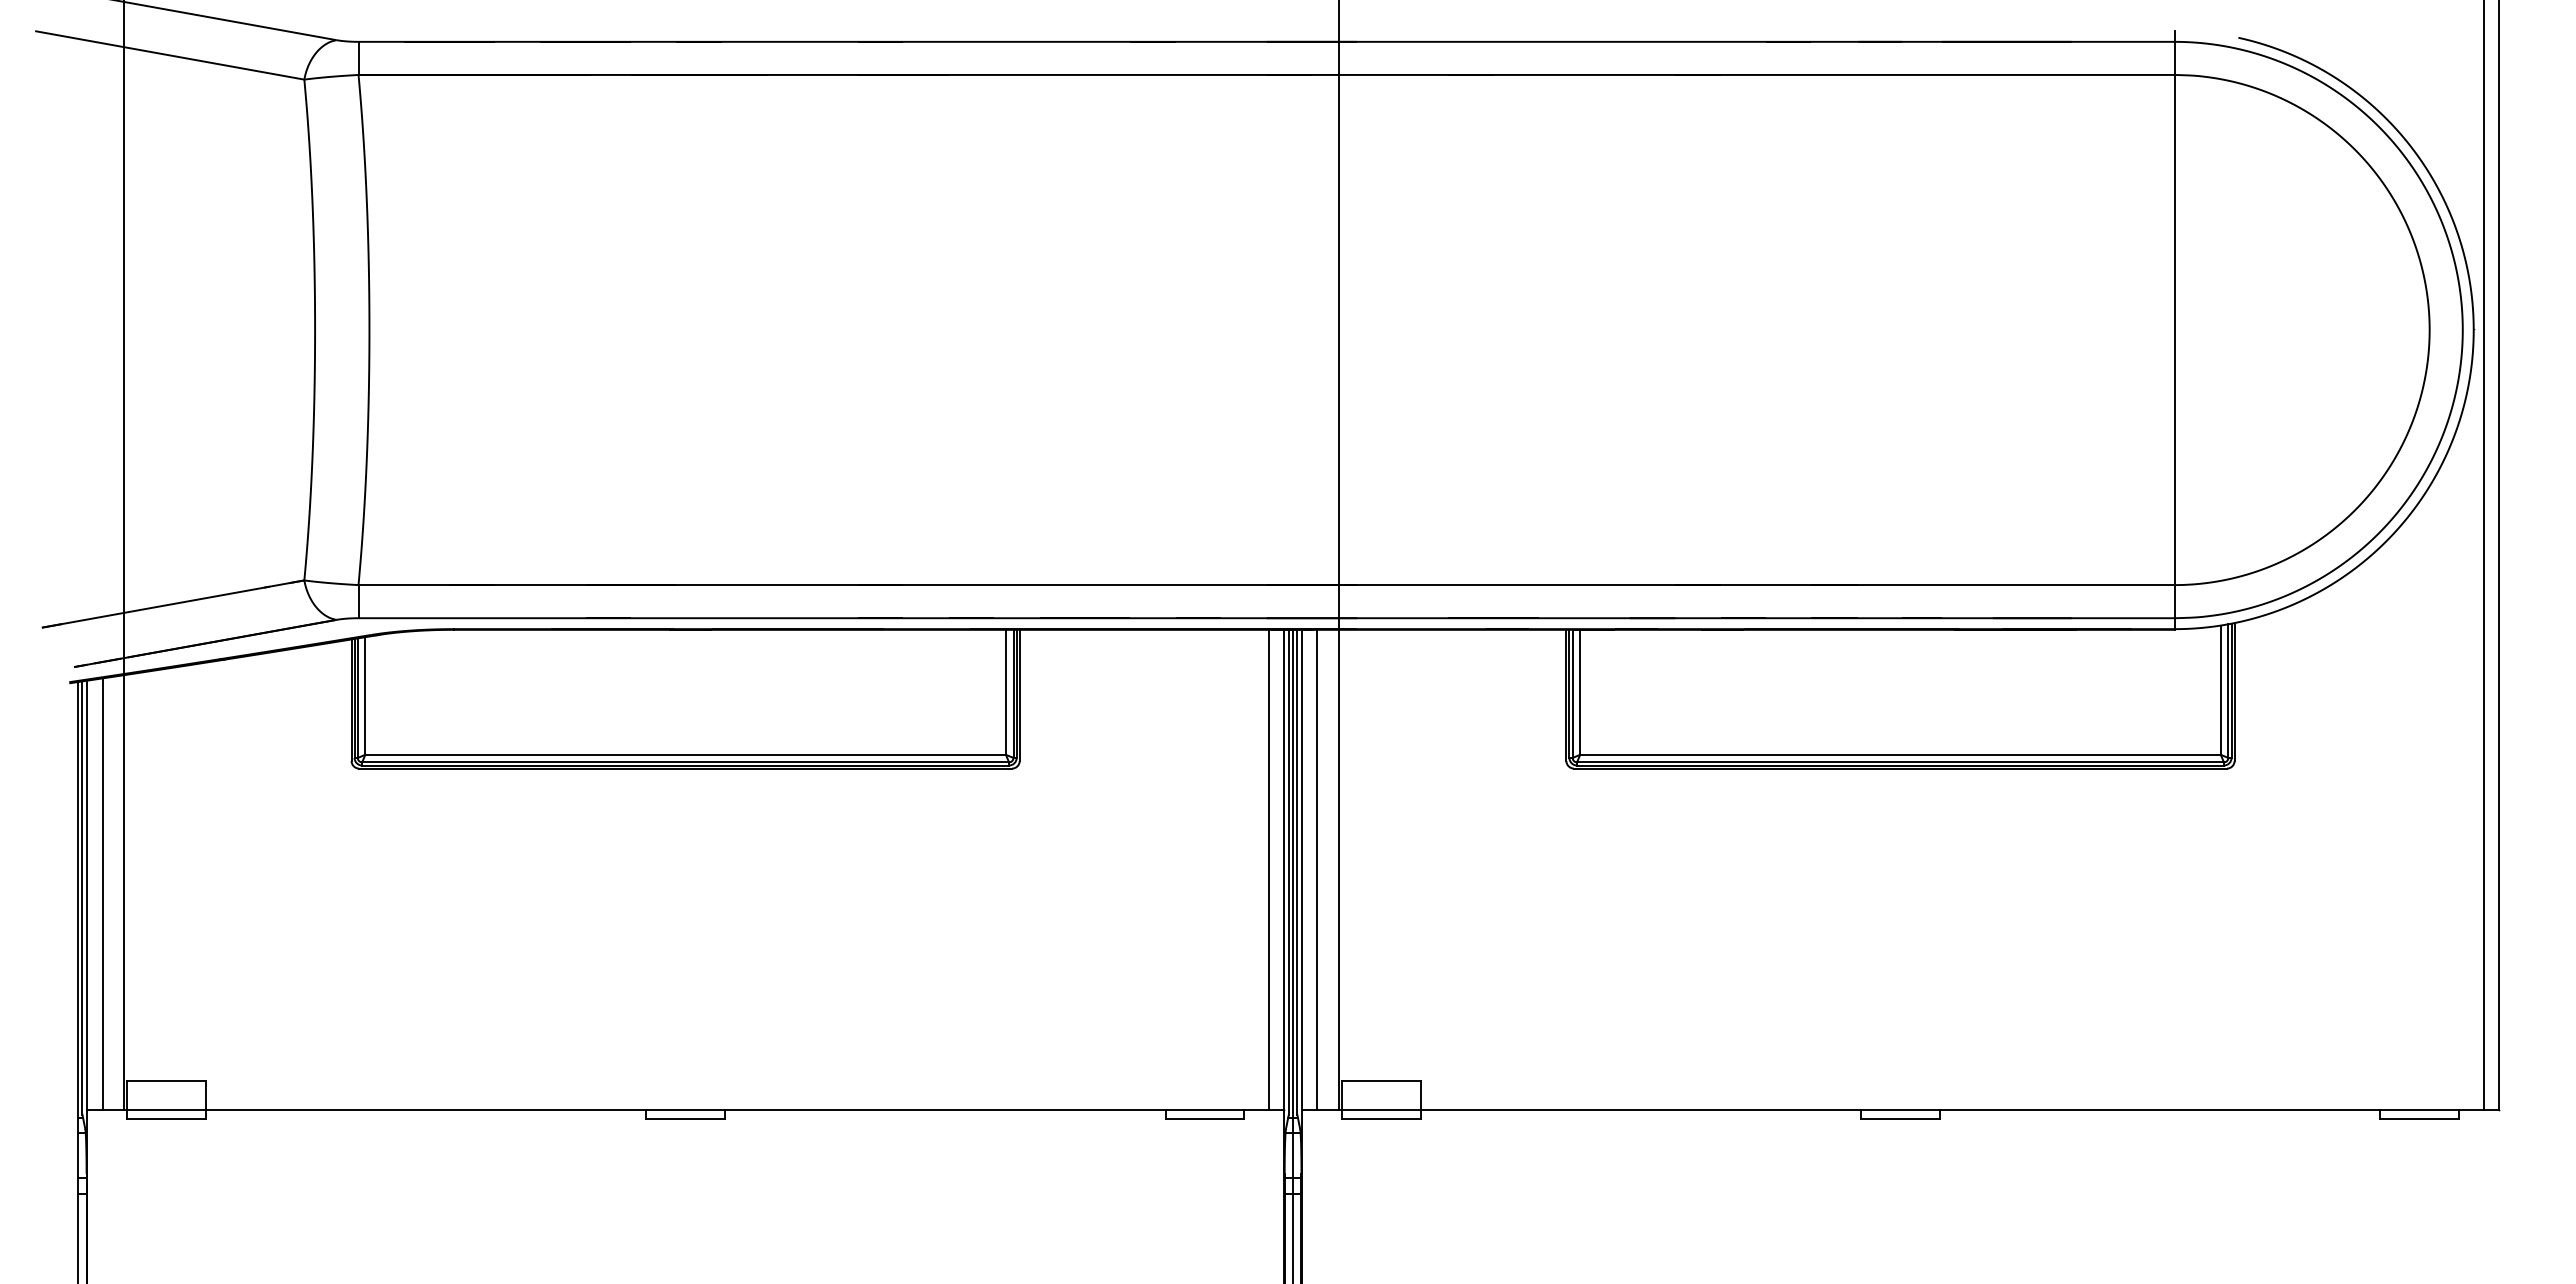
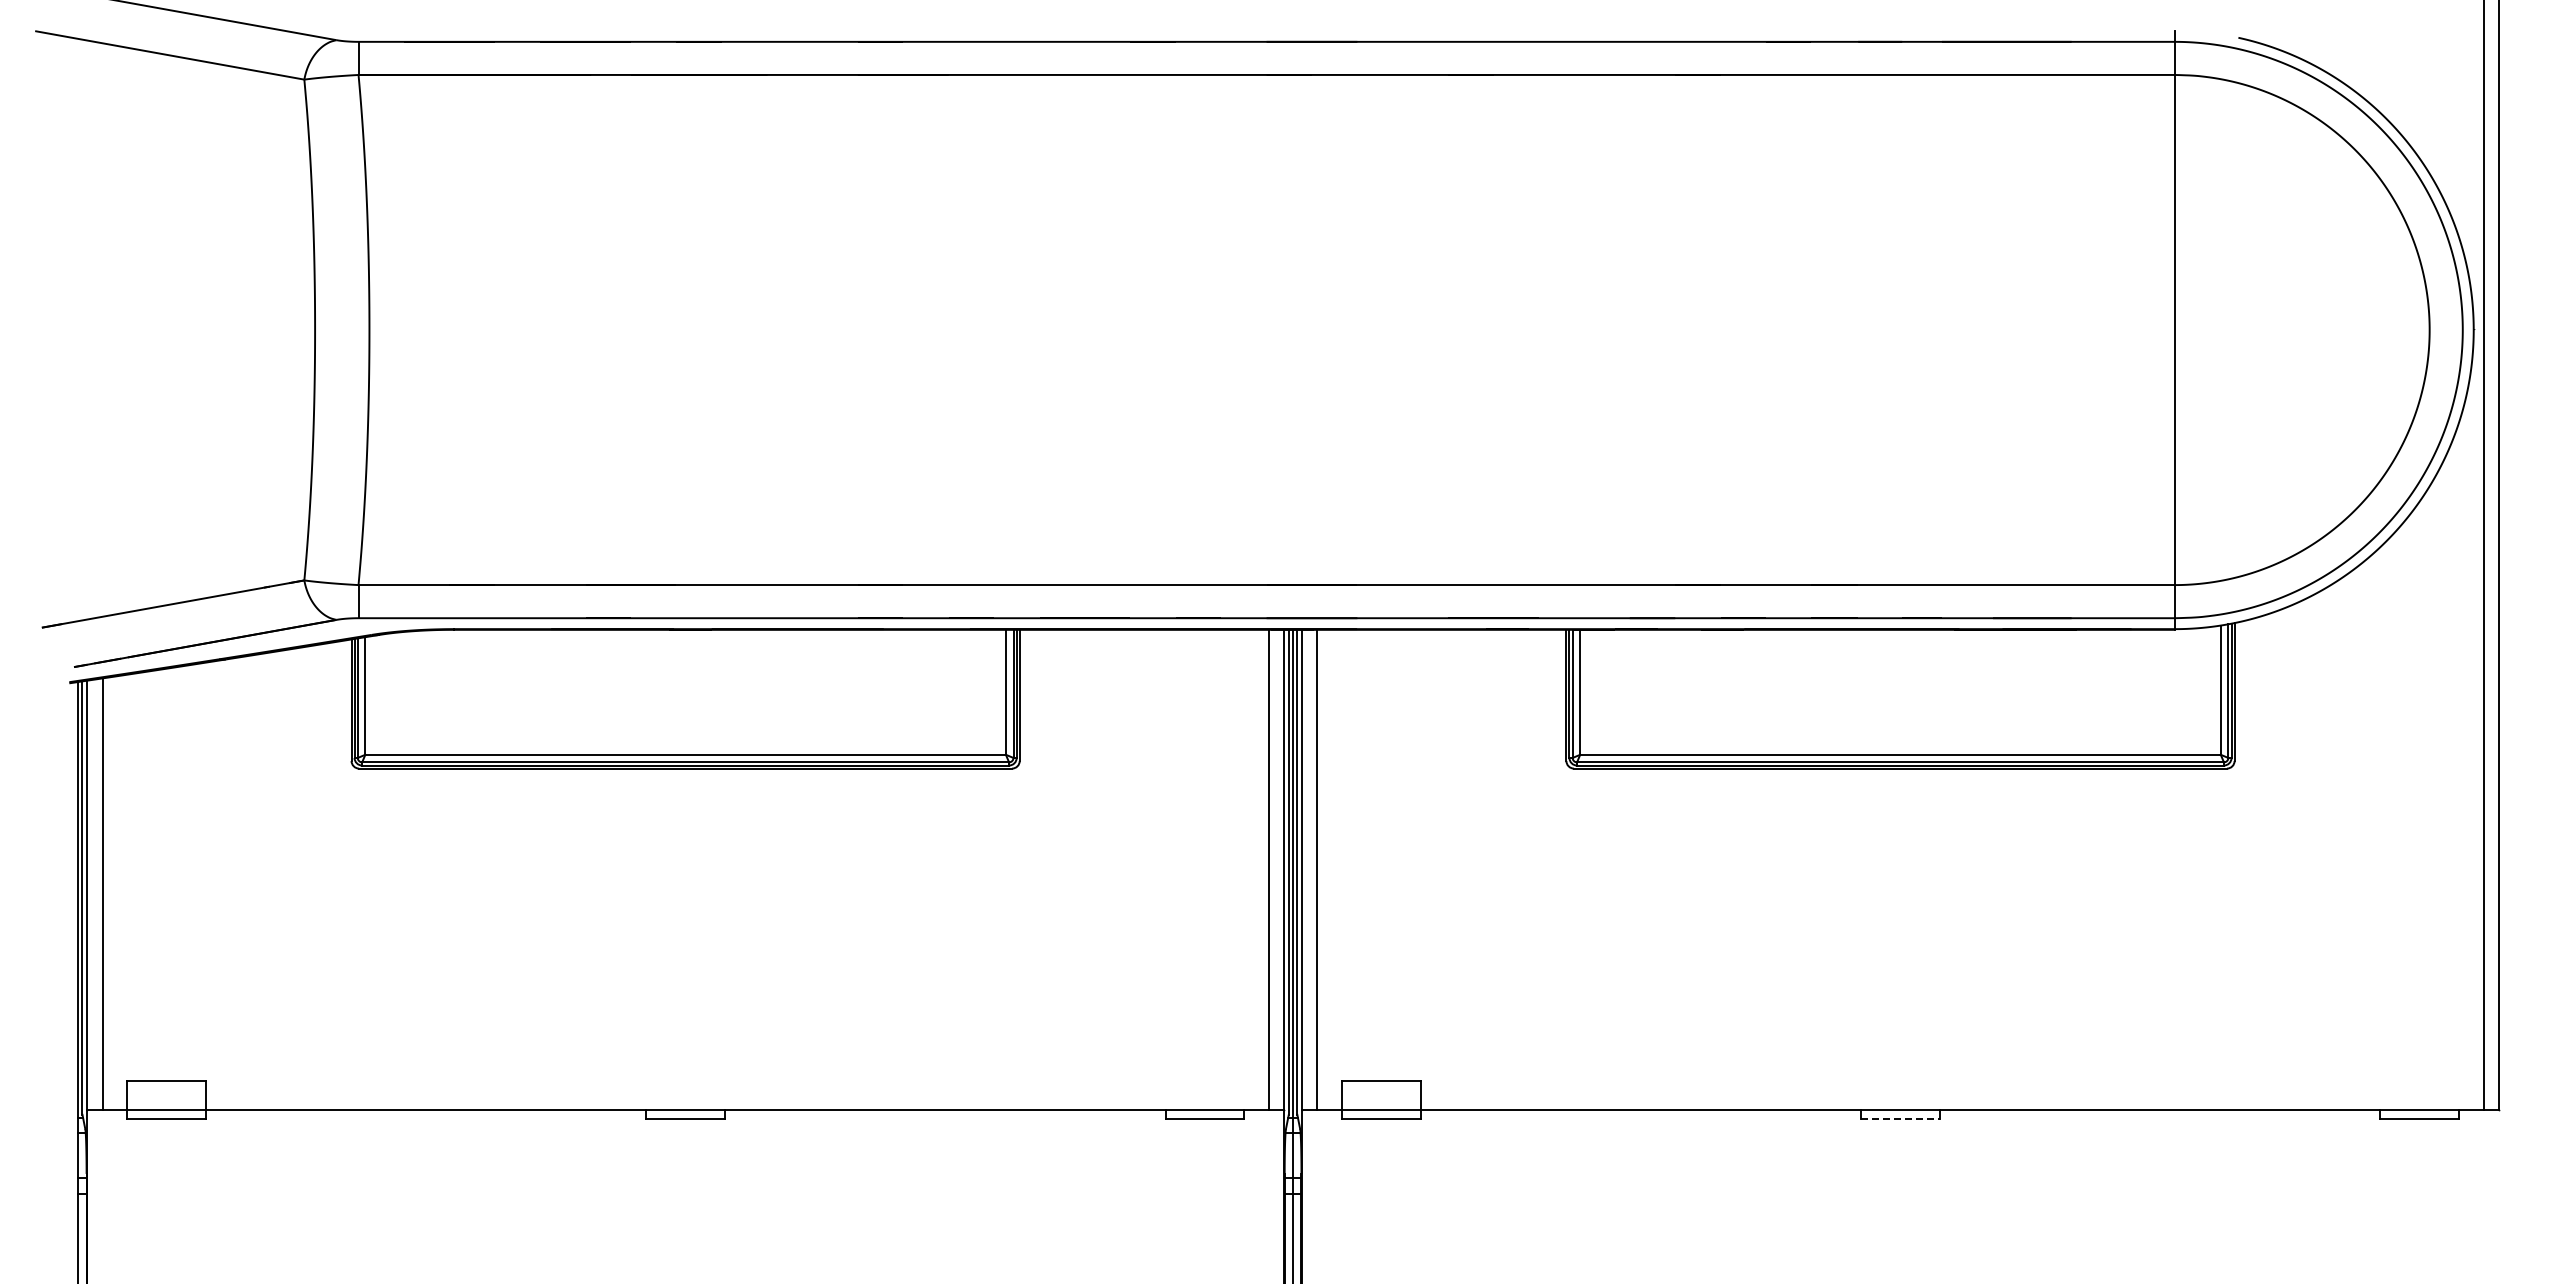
line at (123, 556): present -> none
line at (1338, 556): present -> none
line at (1901, 1119): solid -> dashed
